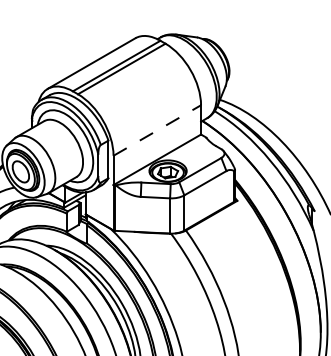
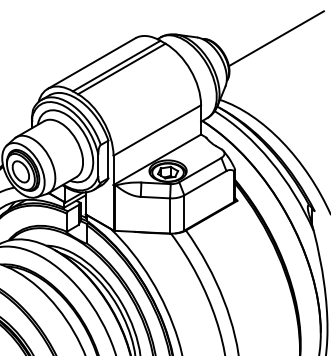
line at (275, 38): none -> present
line at (157, 130): dashed -> solid
